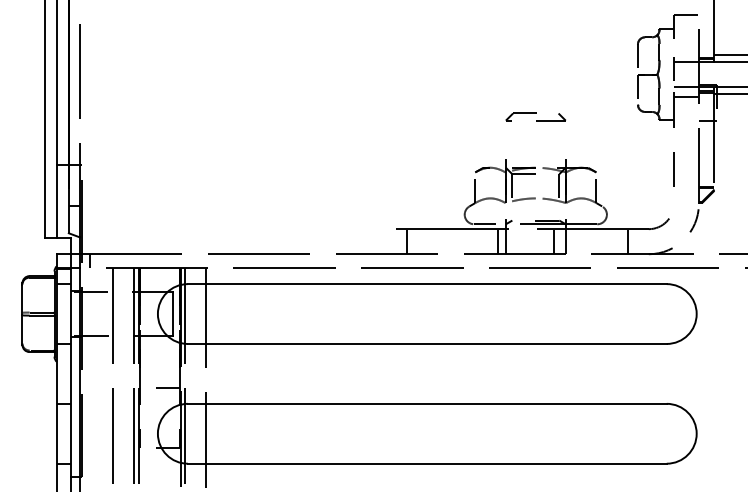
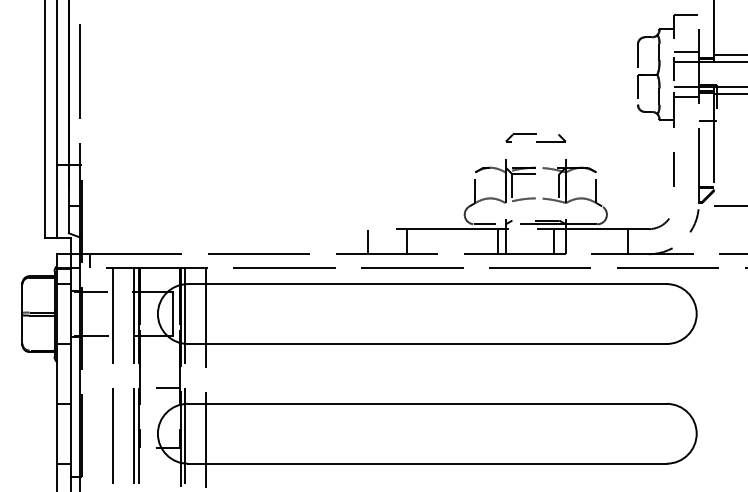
line at (685, 51): none -> present
part at (535, 116) position: (535, 116) -> (535, 137)
line at (729, 206): none -> present
line at (368, 241): none -> present
